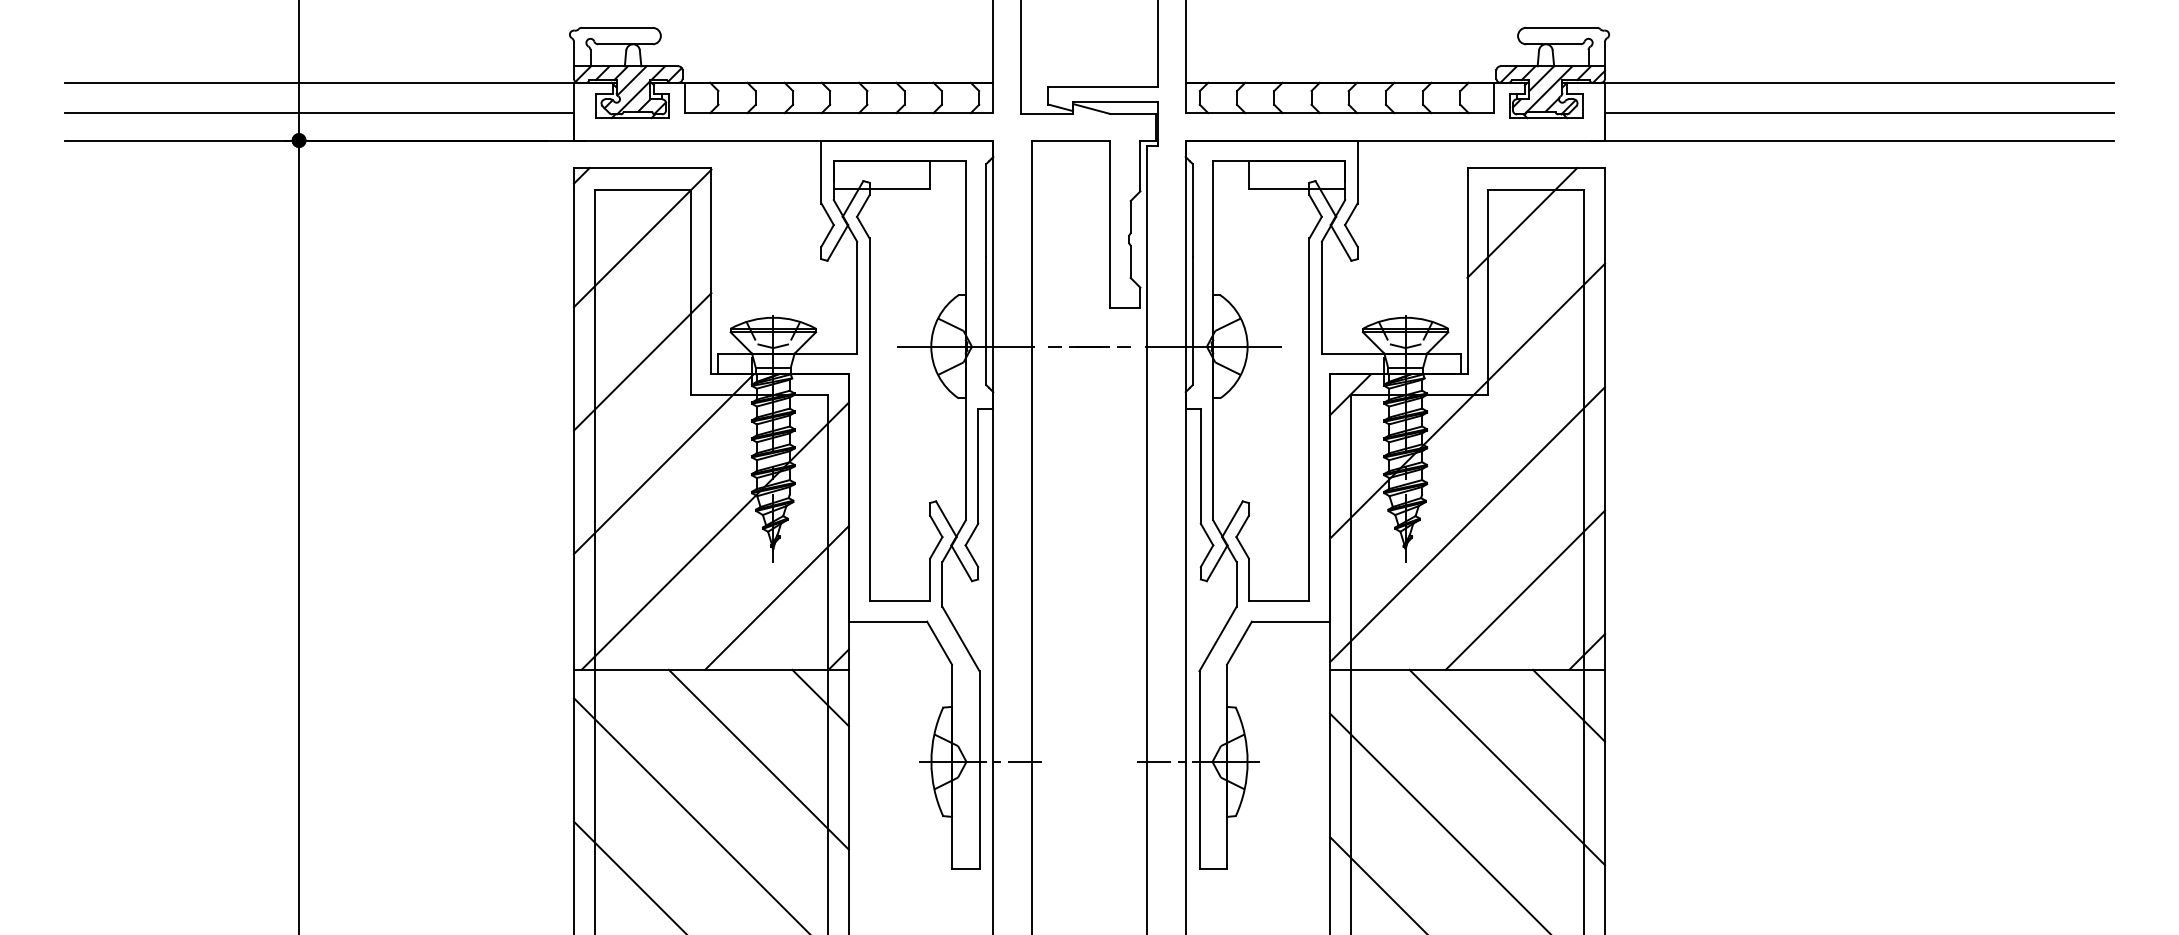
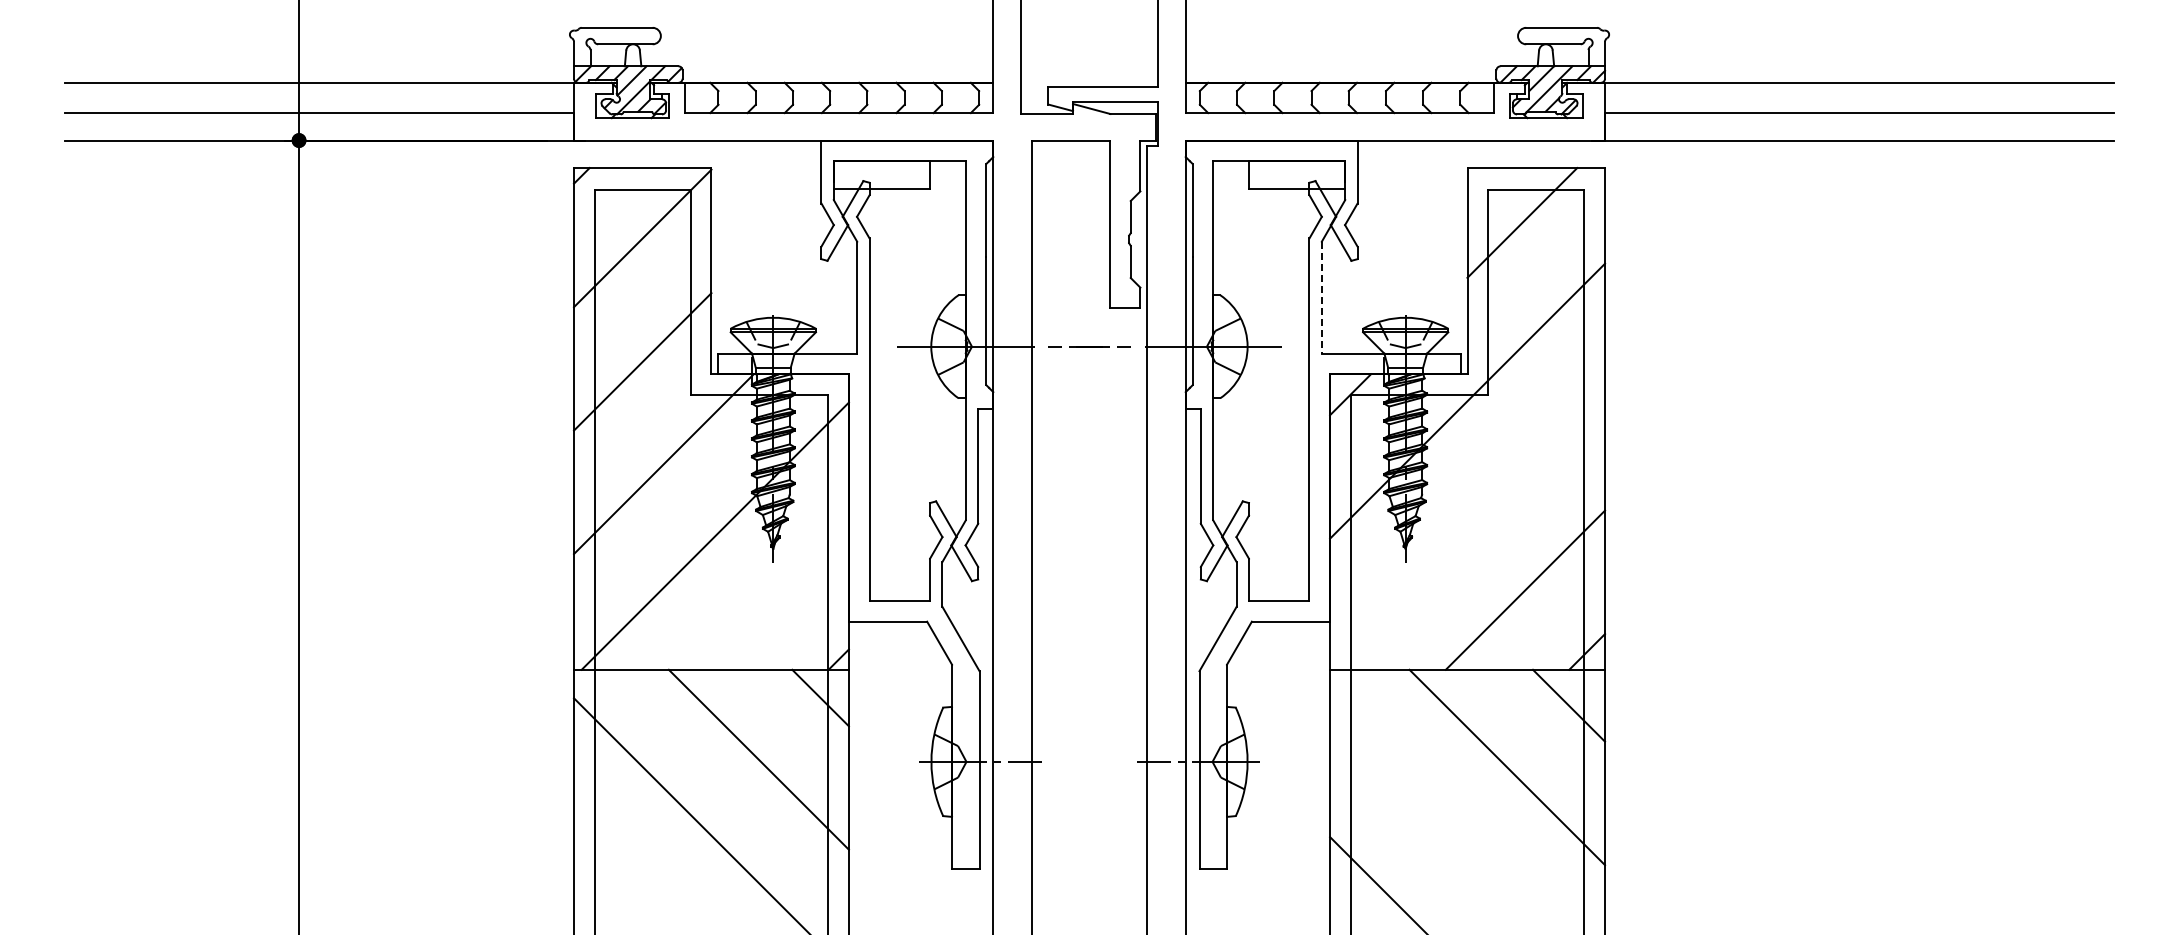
line at (1321, 297): solid -> dashed
line at (1467, 524): present -> none
line at (776, 597): present -> none
line at (1439, 822): present -> none
line at (628, 876): present -> none
